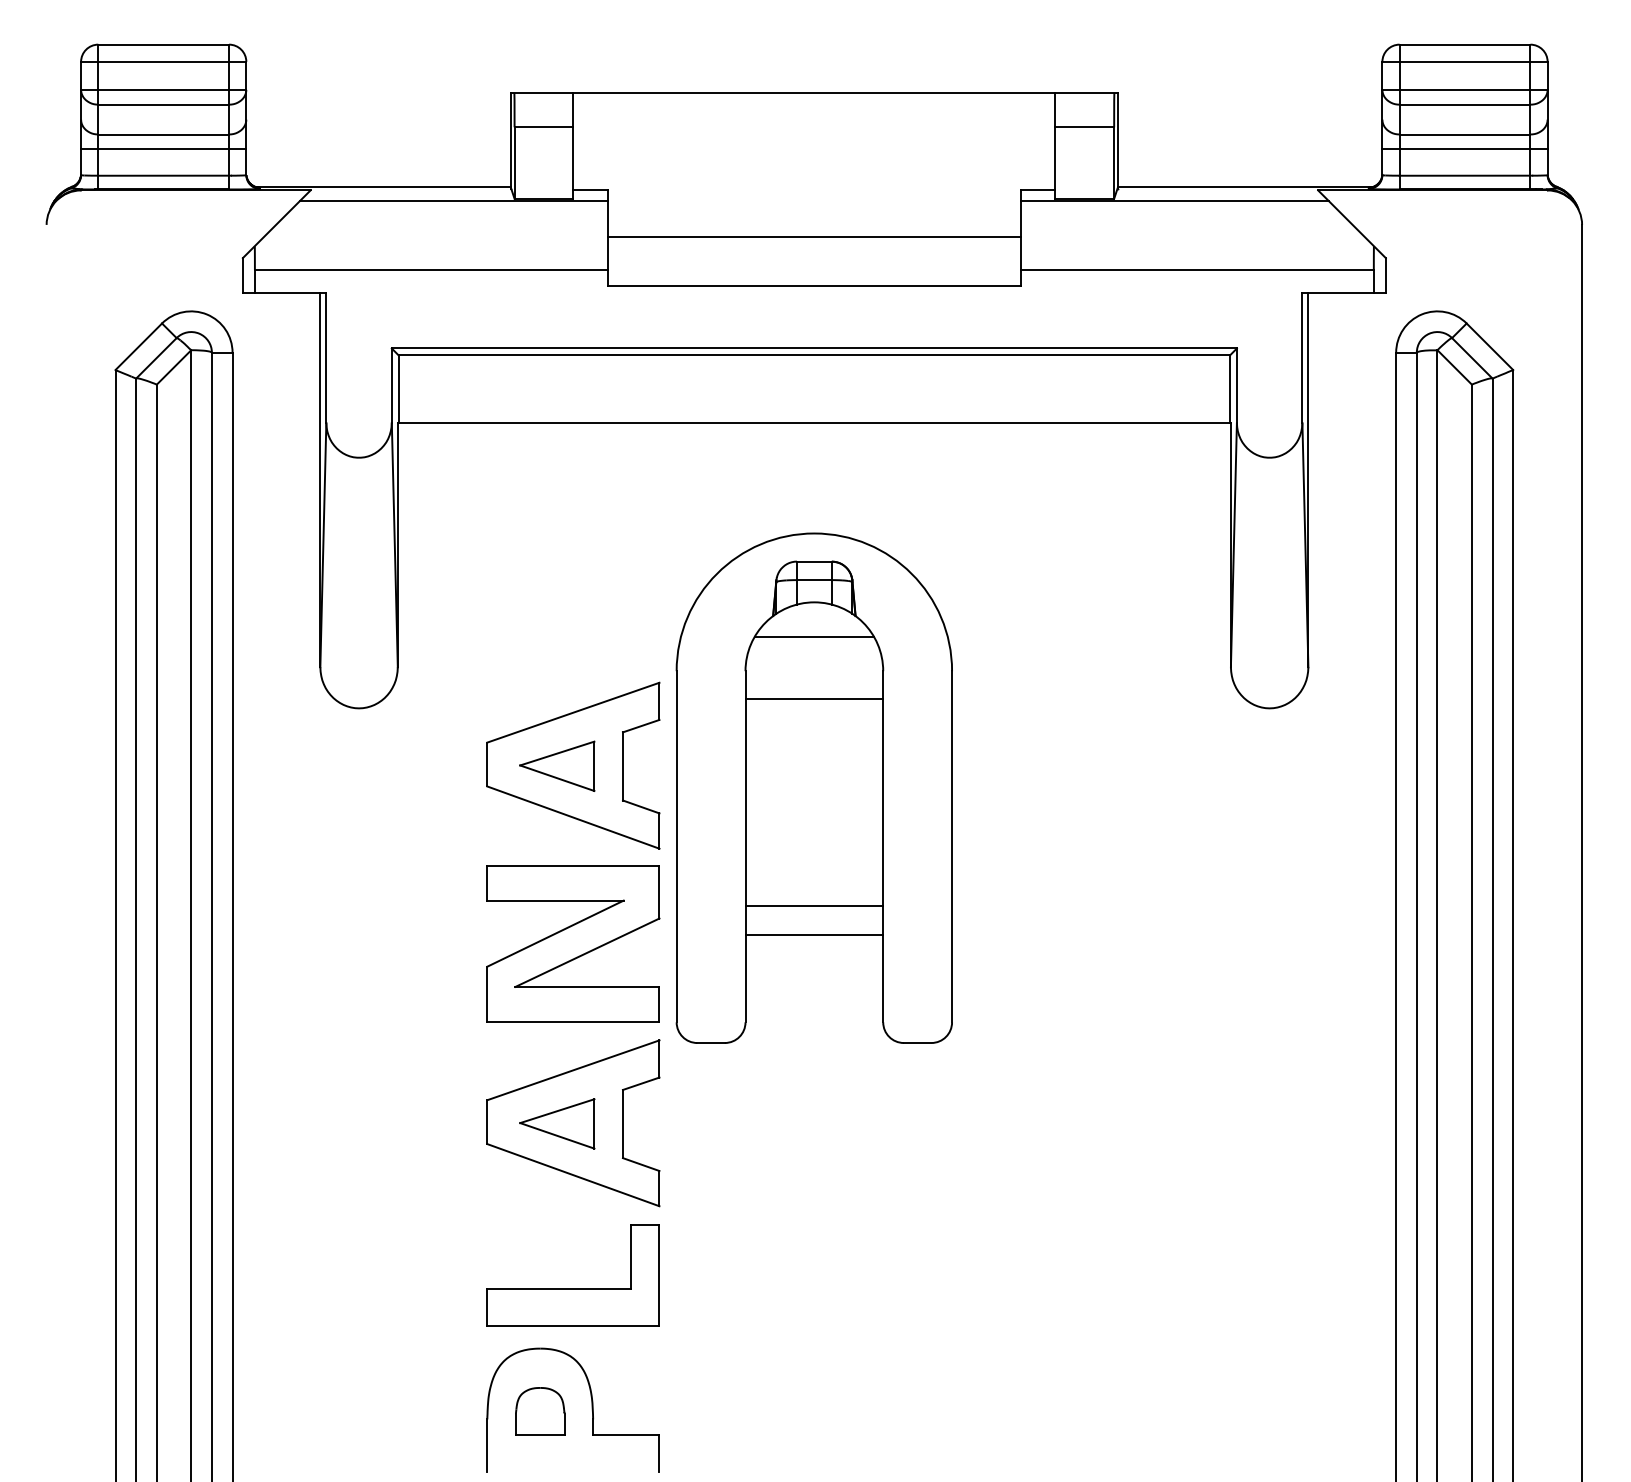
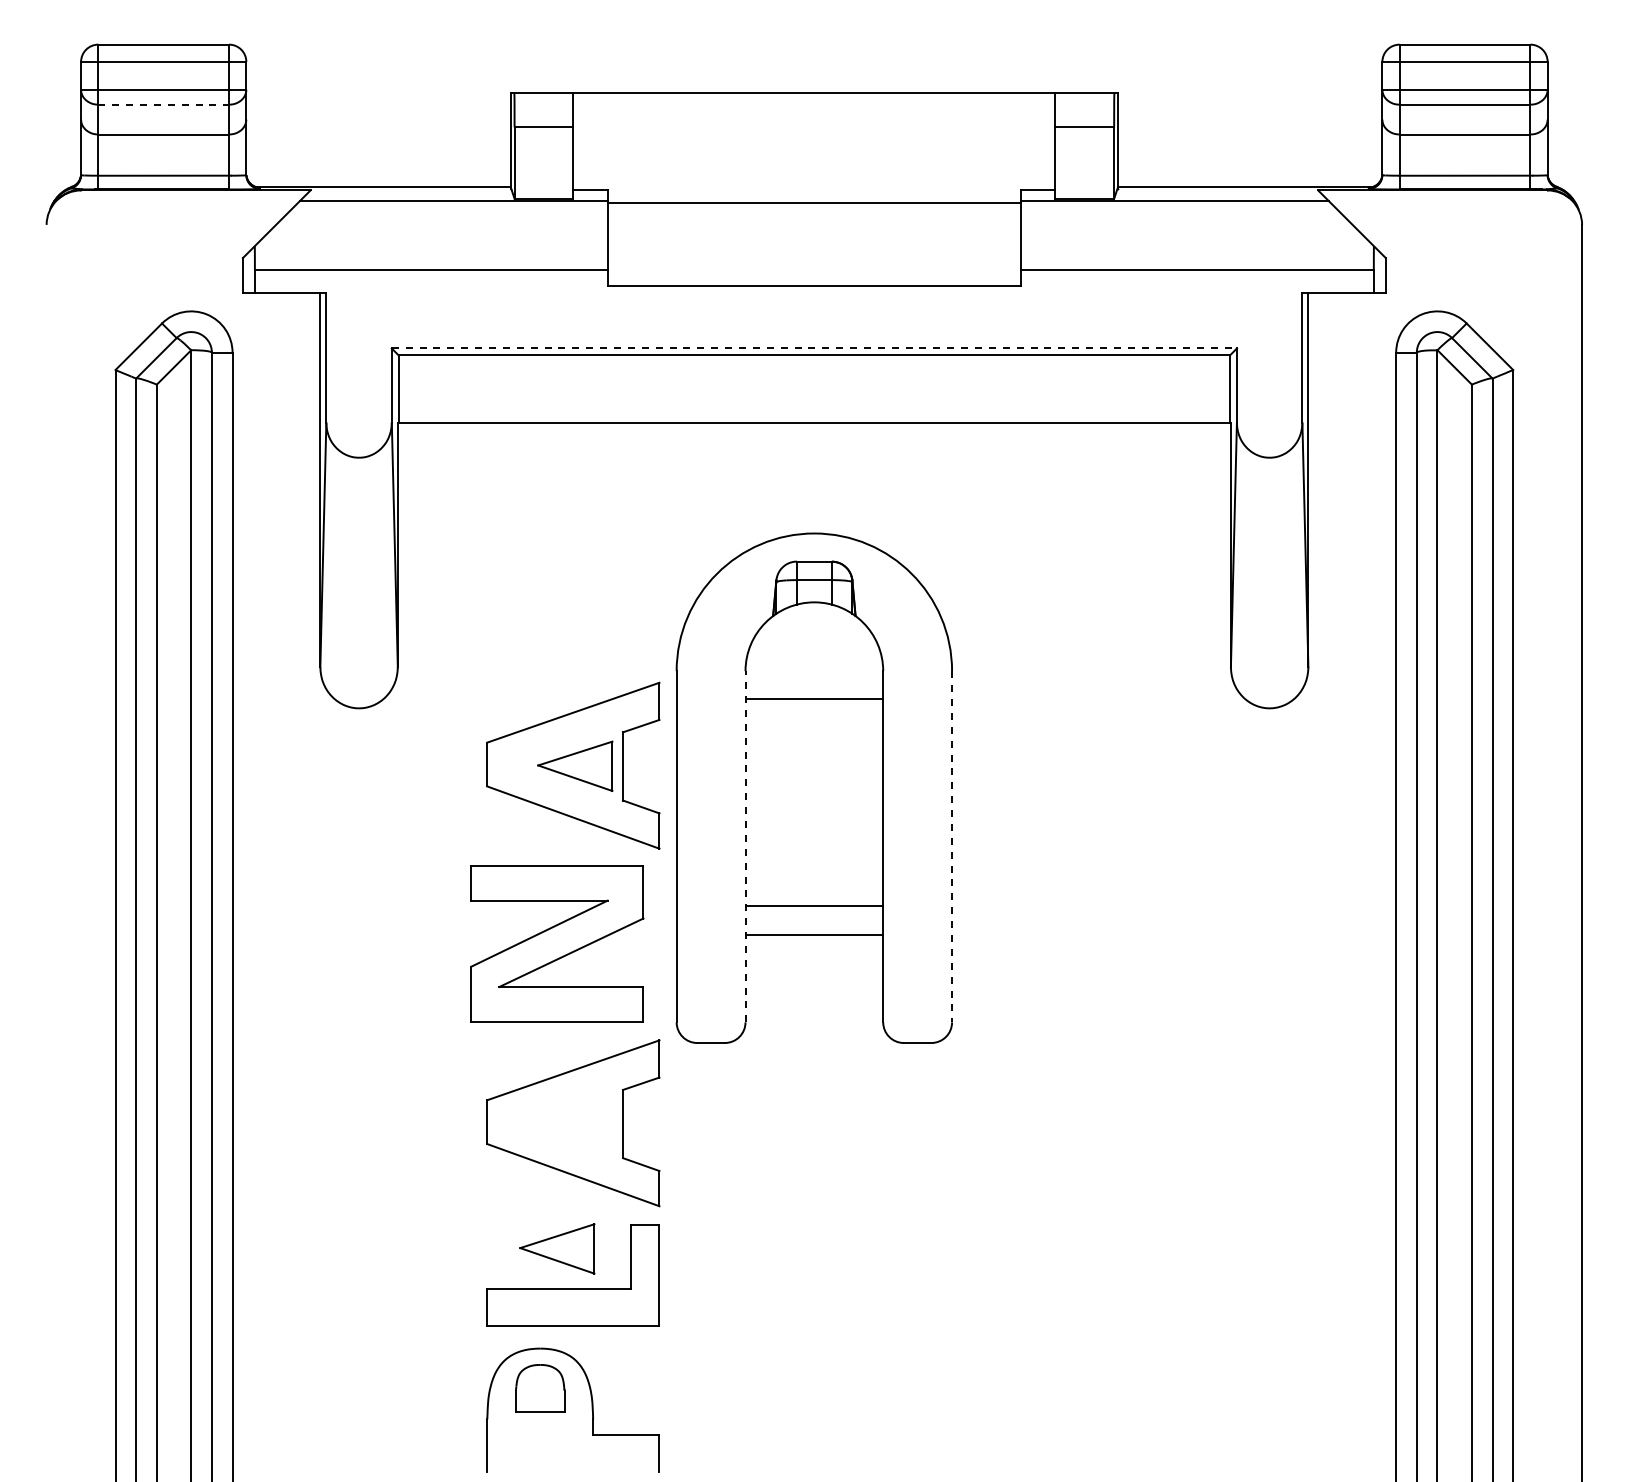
line at (164, 104): solid -> dashed
line at (163, 149): present -> none
line at (1464, 149): present -> none
line at (813, 237) position: (813, 237) -> (813, 203)
line at (814, 348): solid -> dashed
line at (814, 636): present -> none
part at (557, 765) position: (557, 765) -> (575, 765)
line at (745, 846): solid -> dashed
line at (952, 846): solid -> dashed
part at (573, 943) position: (573, 943) -> (557, 943)
part at (557, 1123) position: (557, 1123) -> (557, 1248)
part at (540, 1411) position: (540, 1411) -> (540, 1388)
